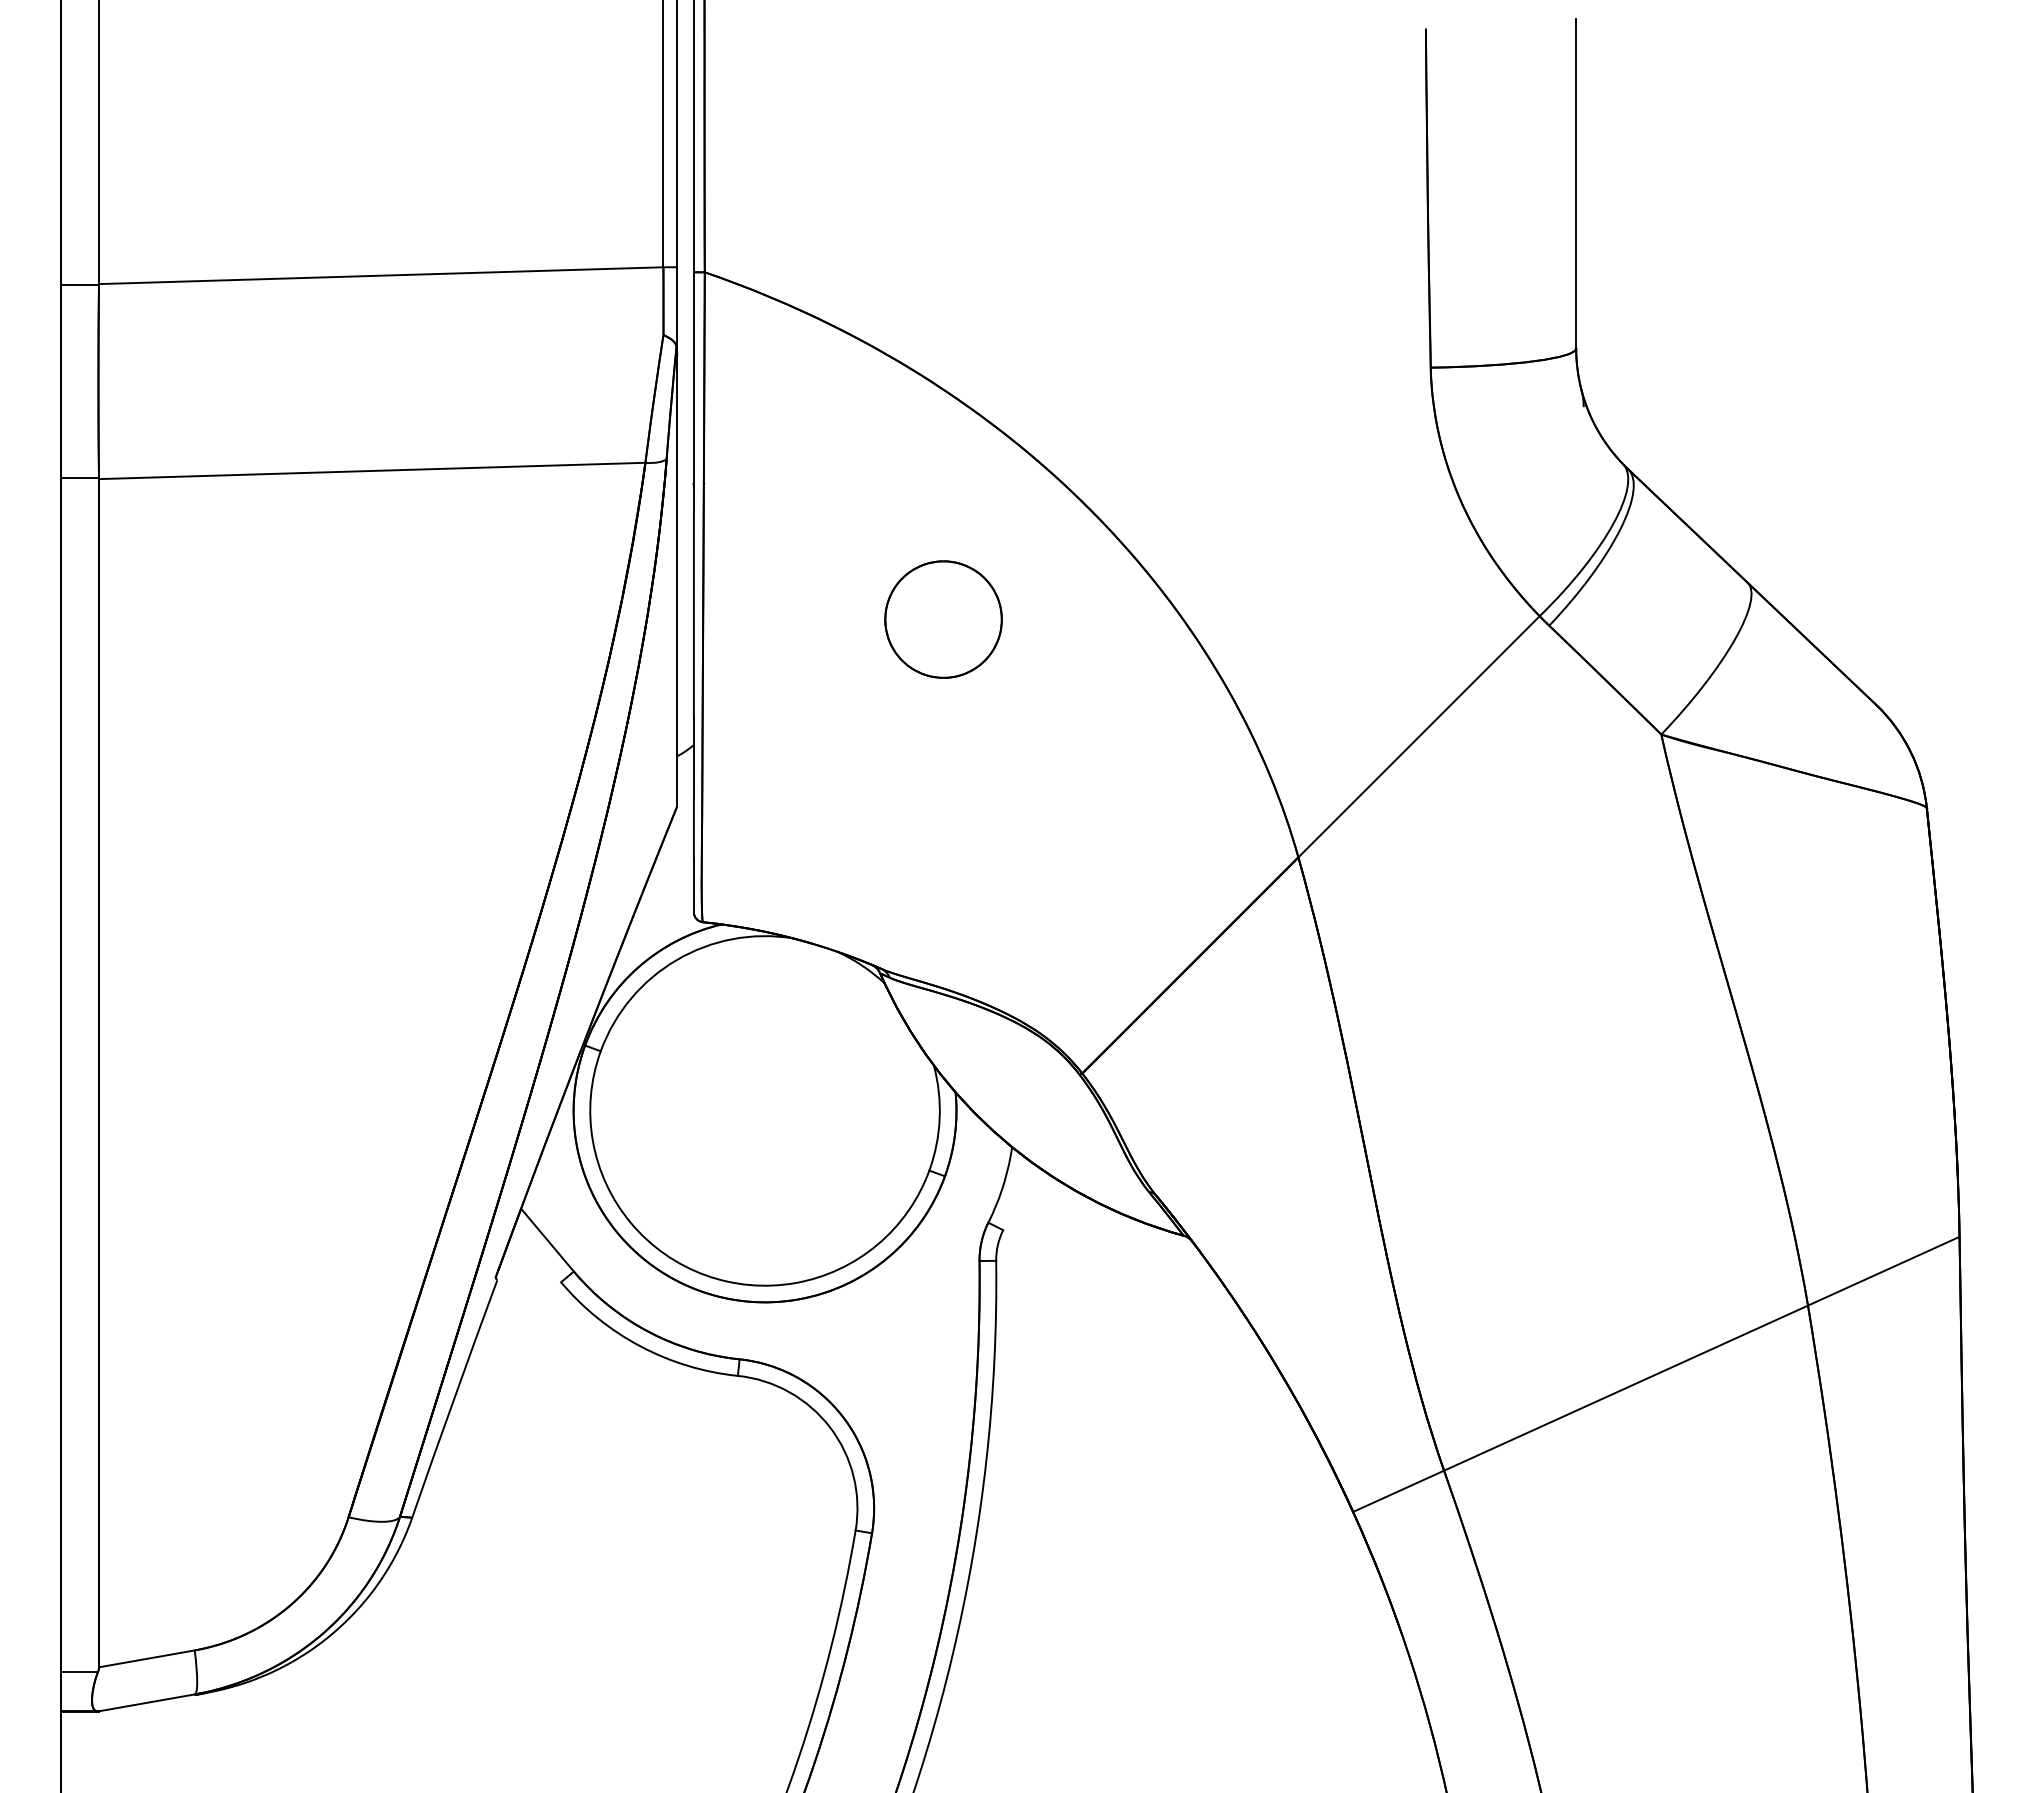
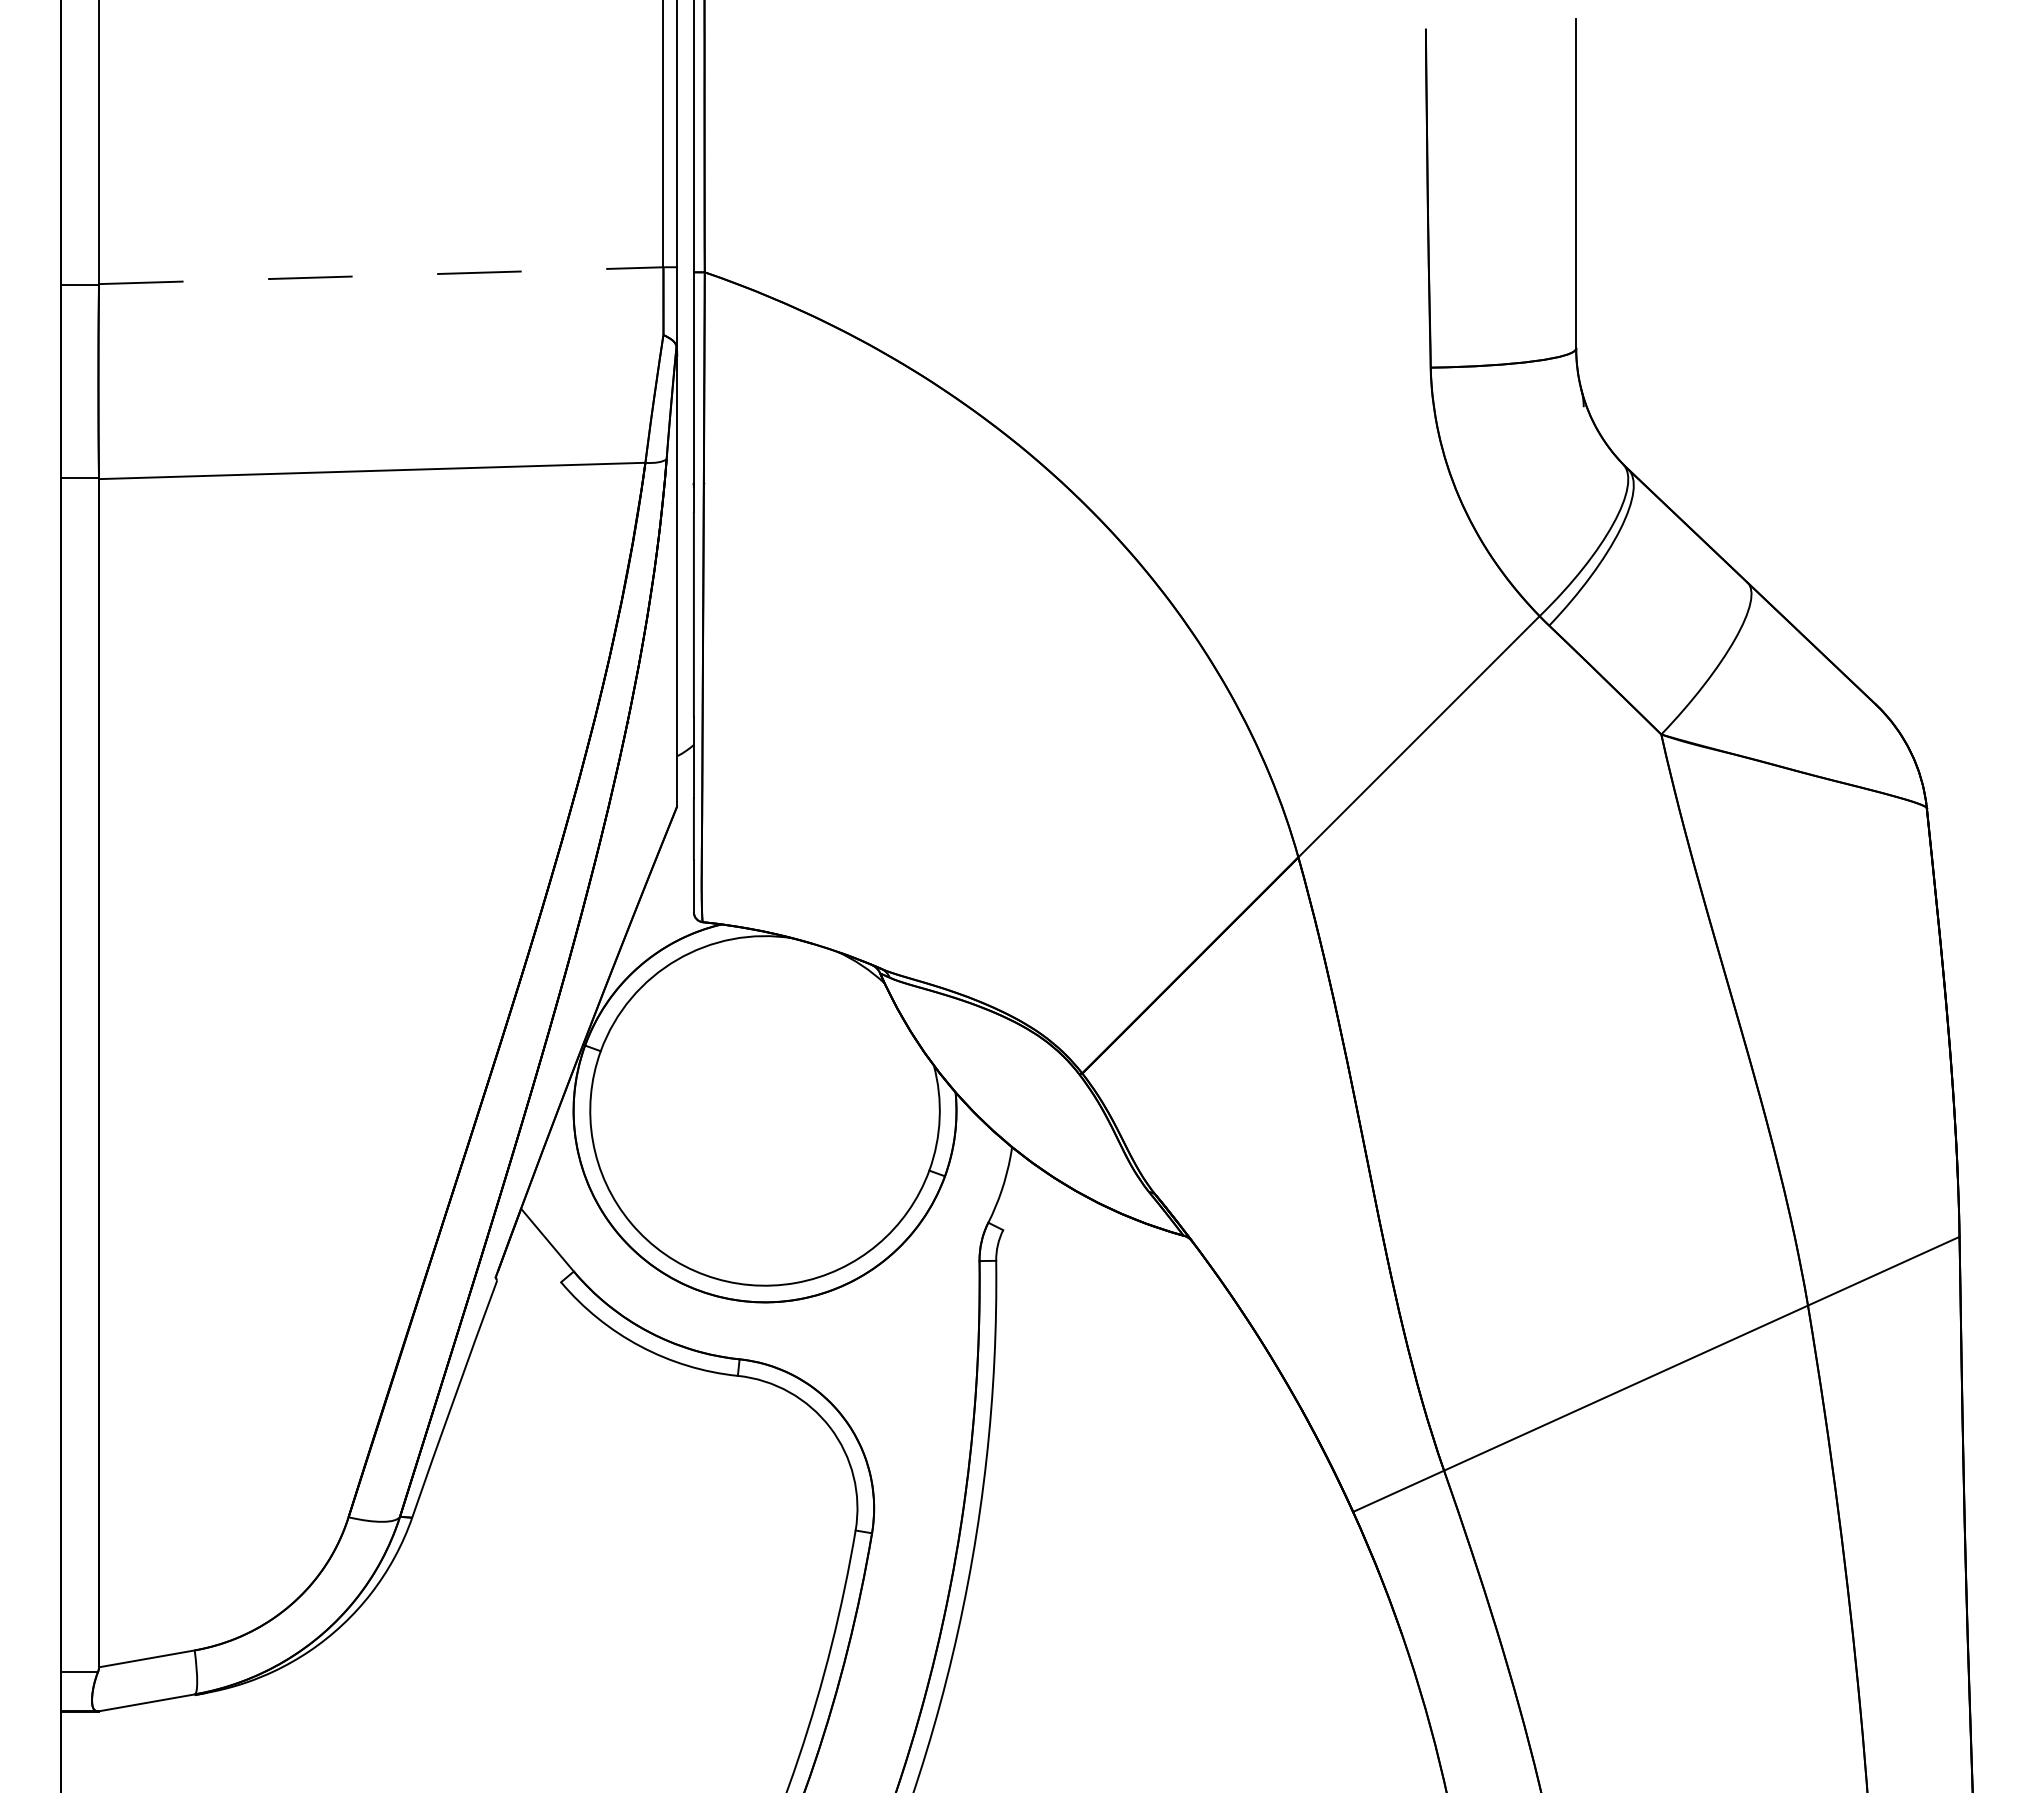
line at (381, 275): solid -> dashed
part at (943, 619): present -> none
